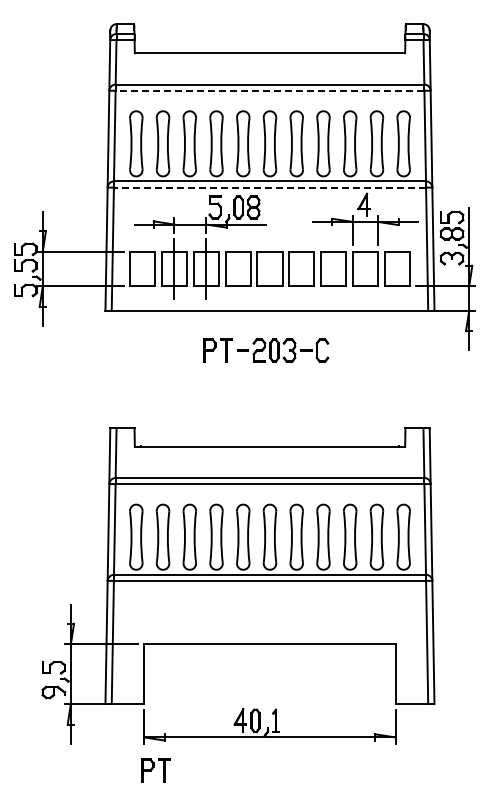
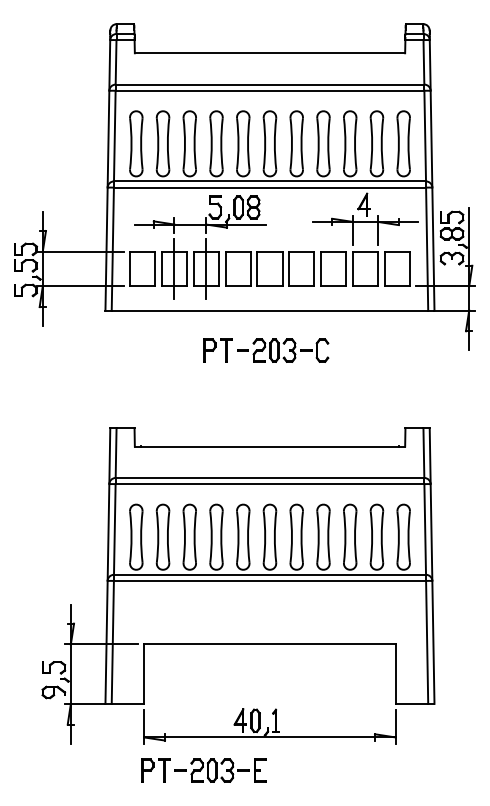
line at (269, 90): dashed -> solid
line at (269, 187): dashed -> solid
part at (220, 770): none -> present
